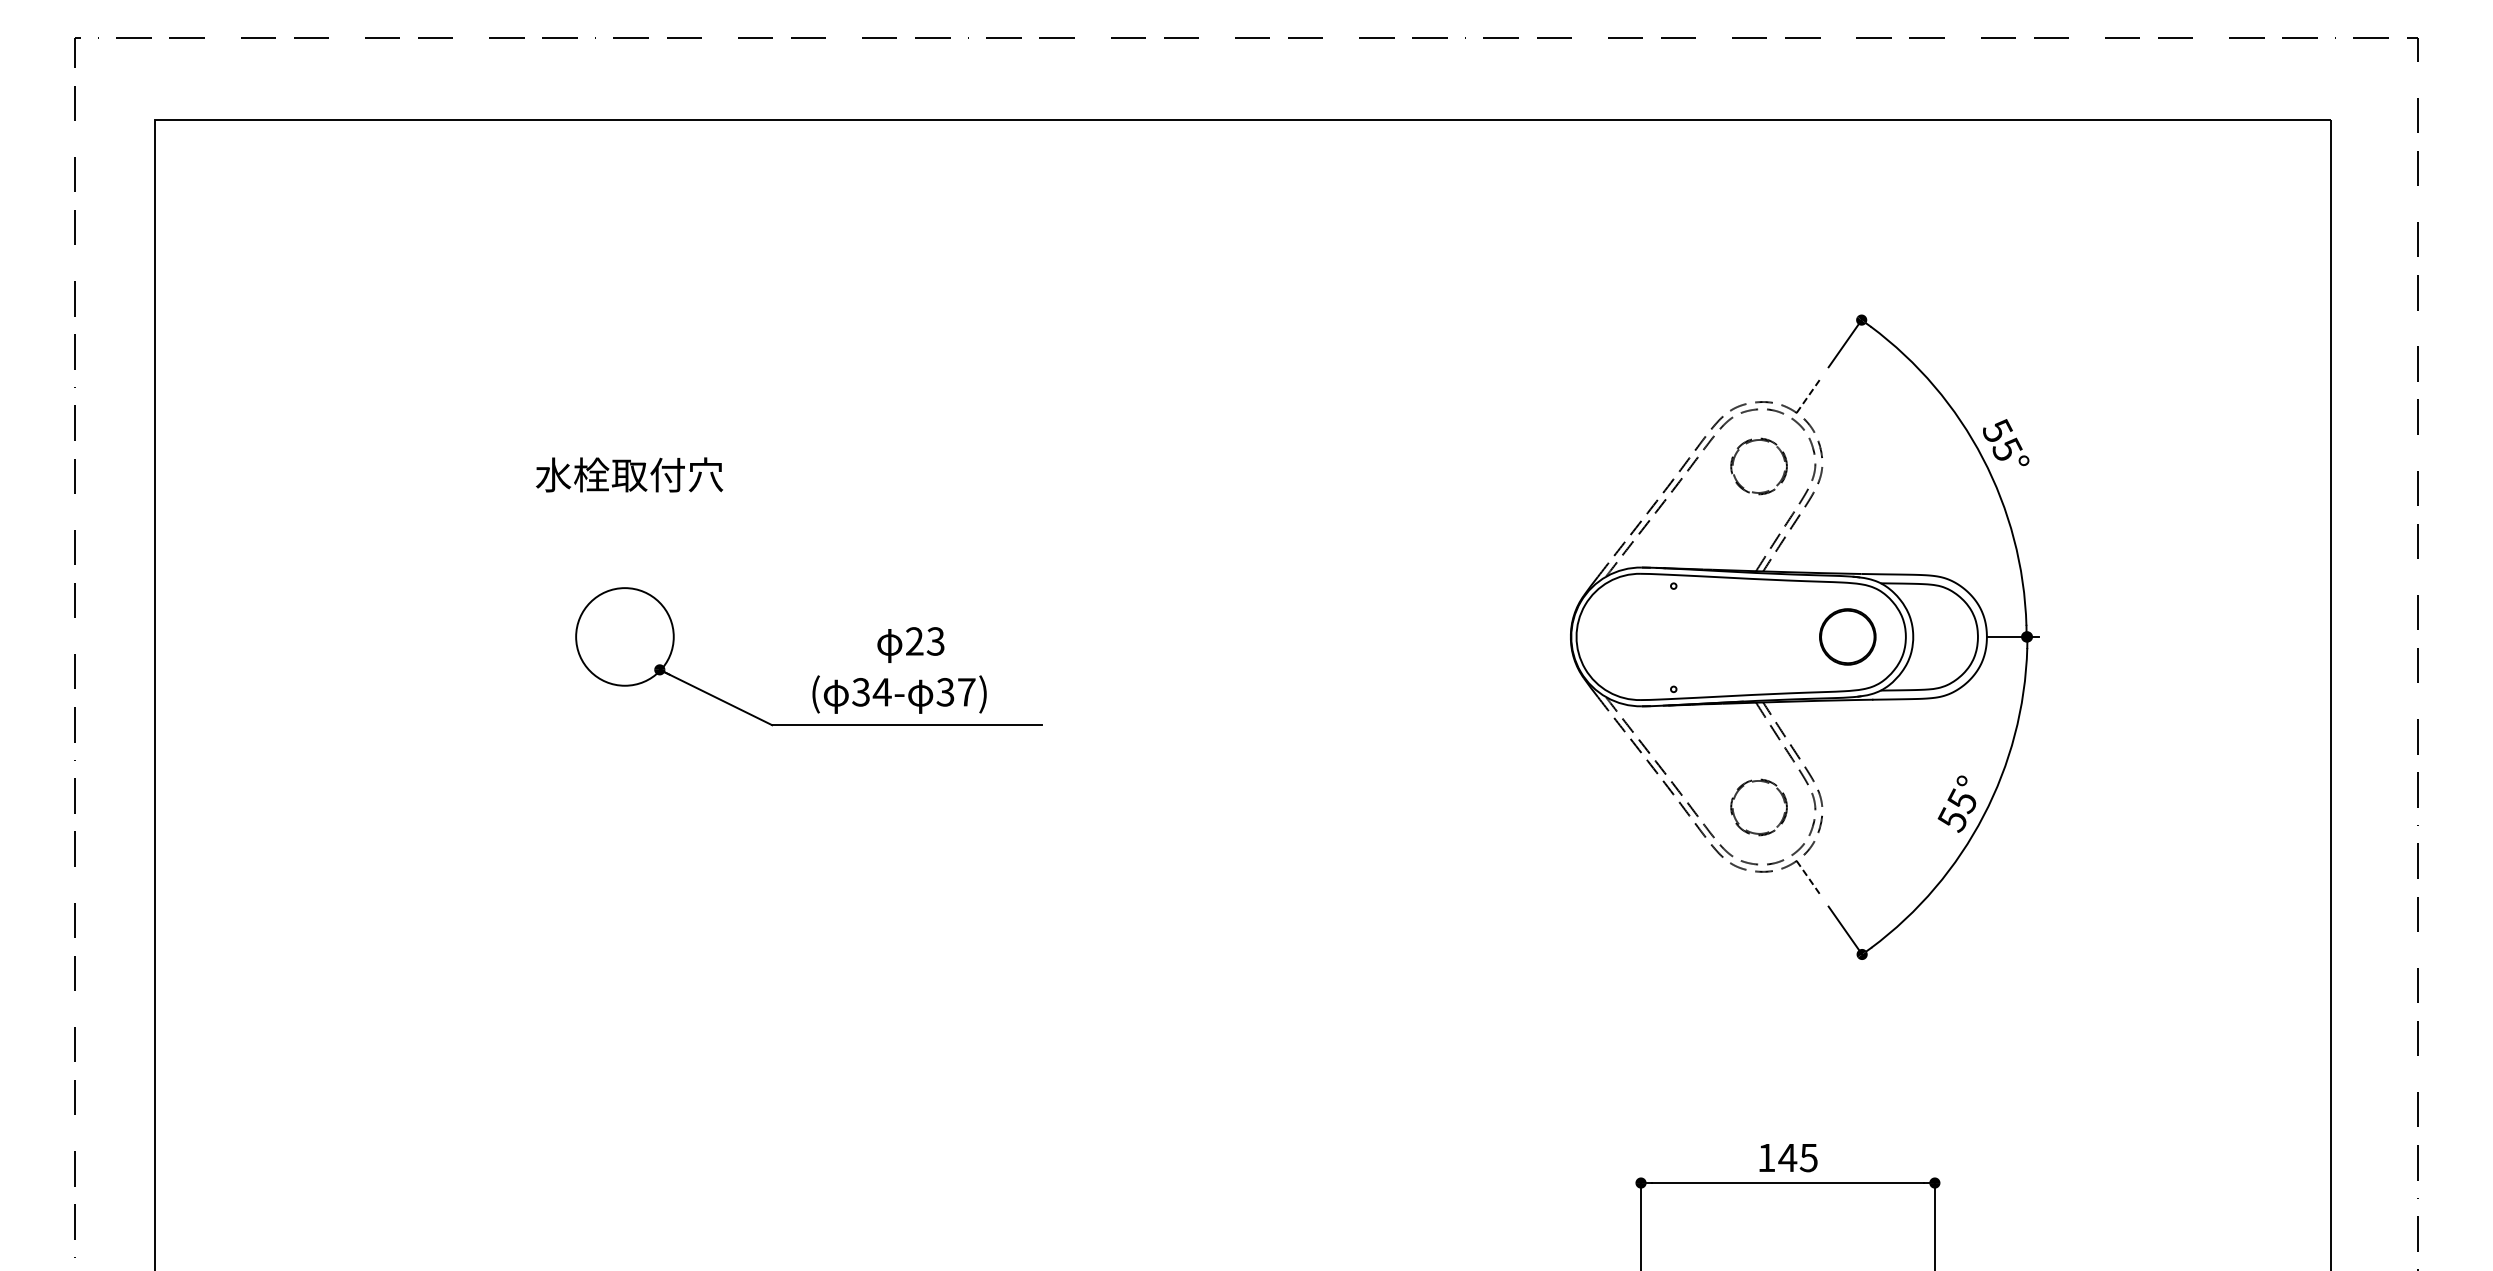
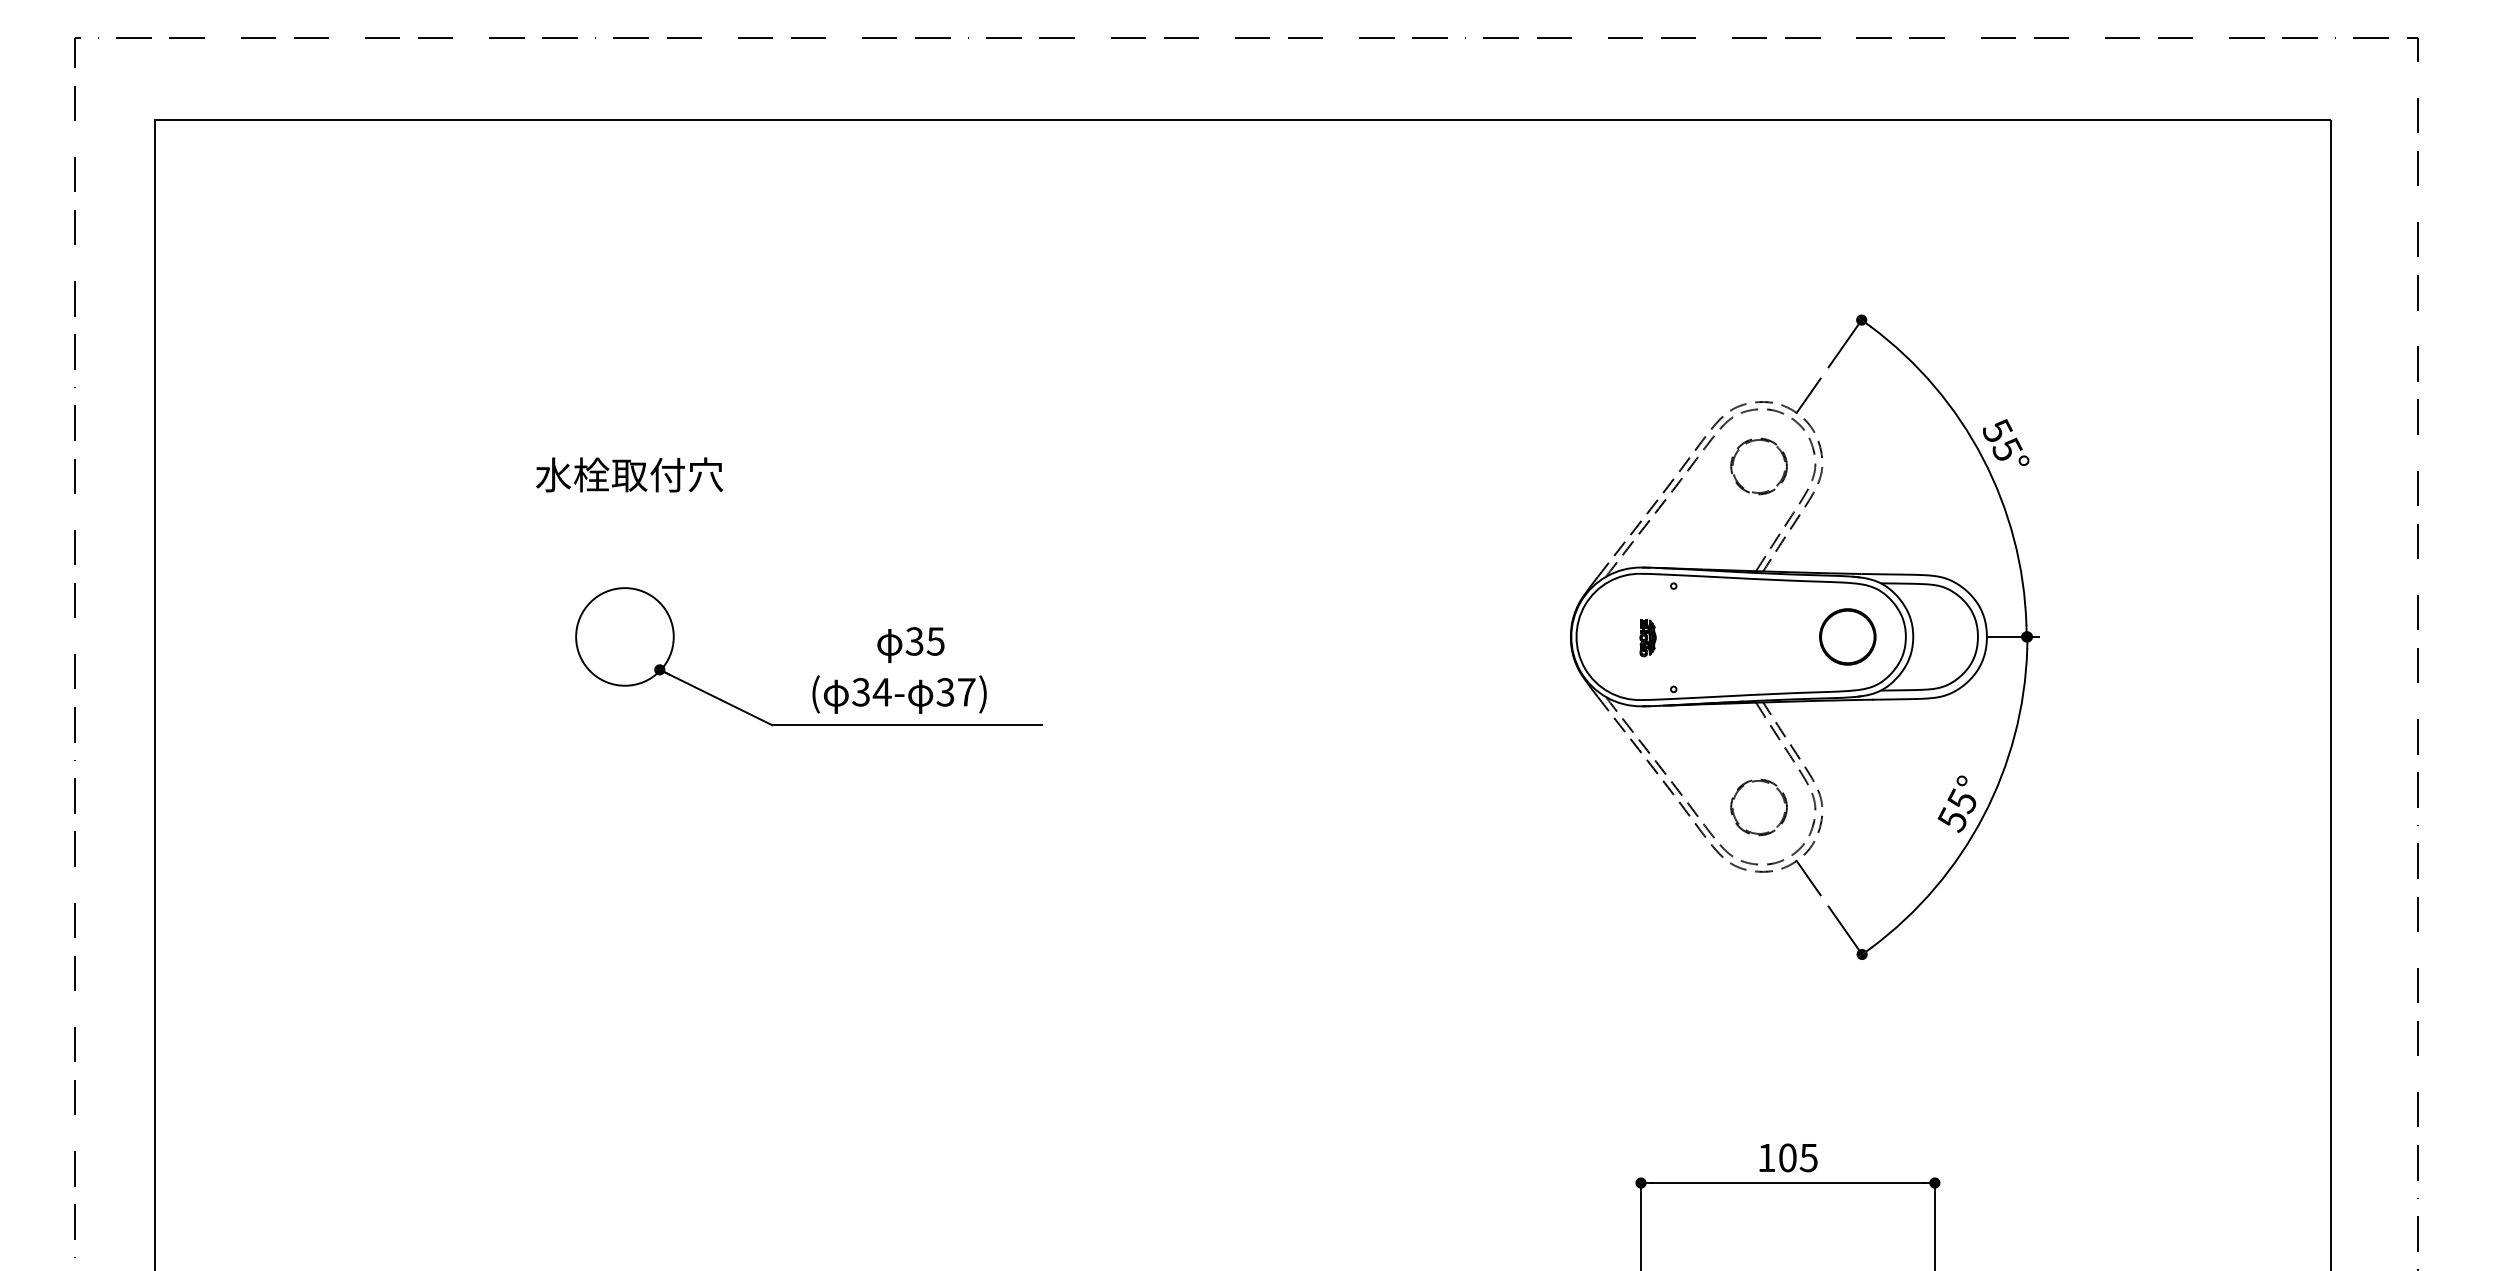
line at (1808, 395): dashed -> solid
part at (1647, 638): none -> present
text at (924, 641): 23 -> 35
line at (1808, 878): dashed -> solid
text at (1787, 1157): 145 -> 105
